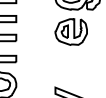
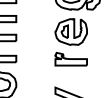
part at (70, 58): none -> present
